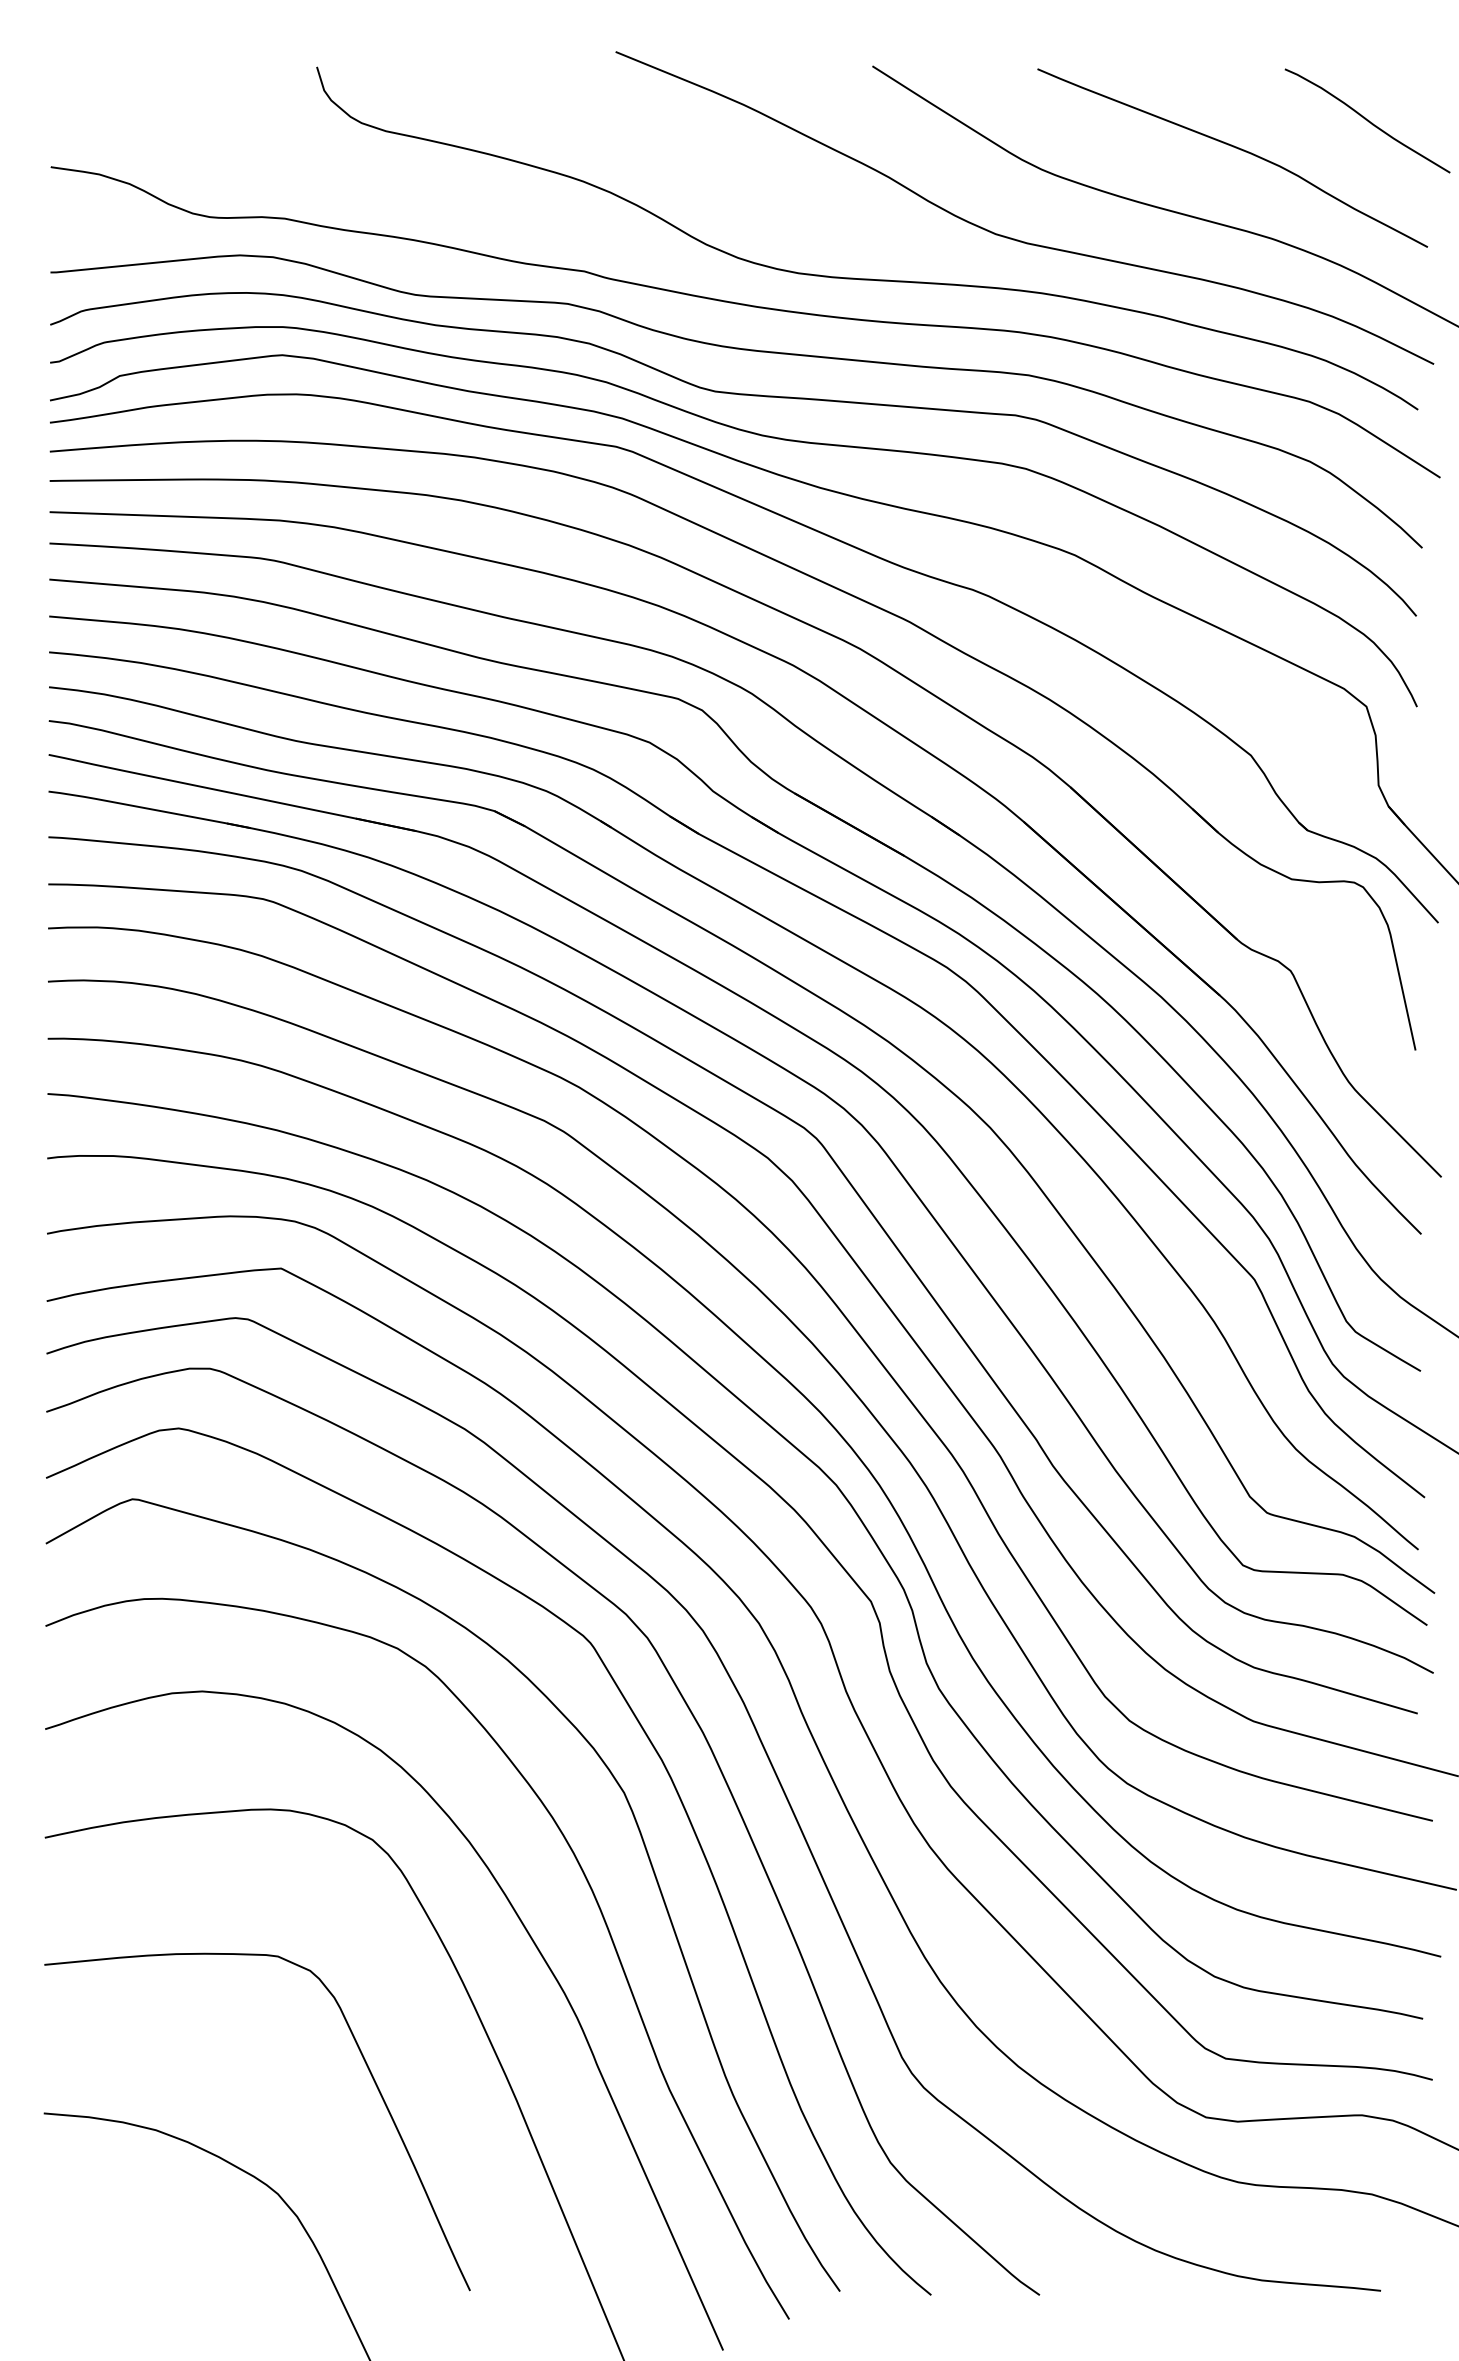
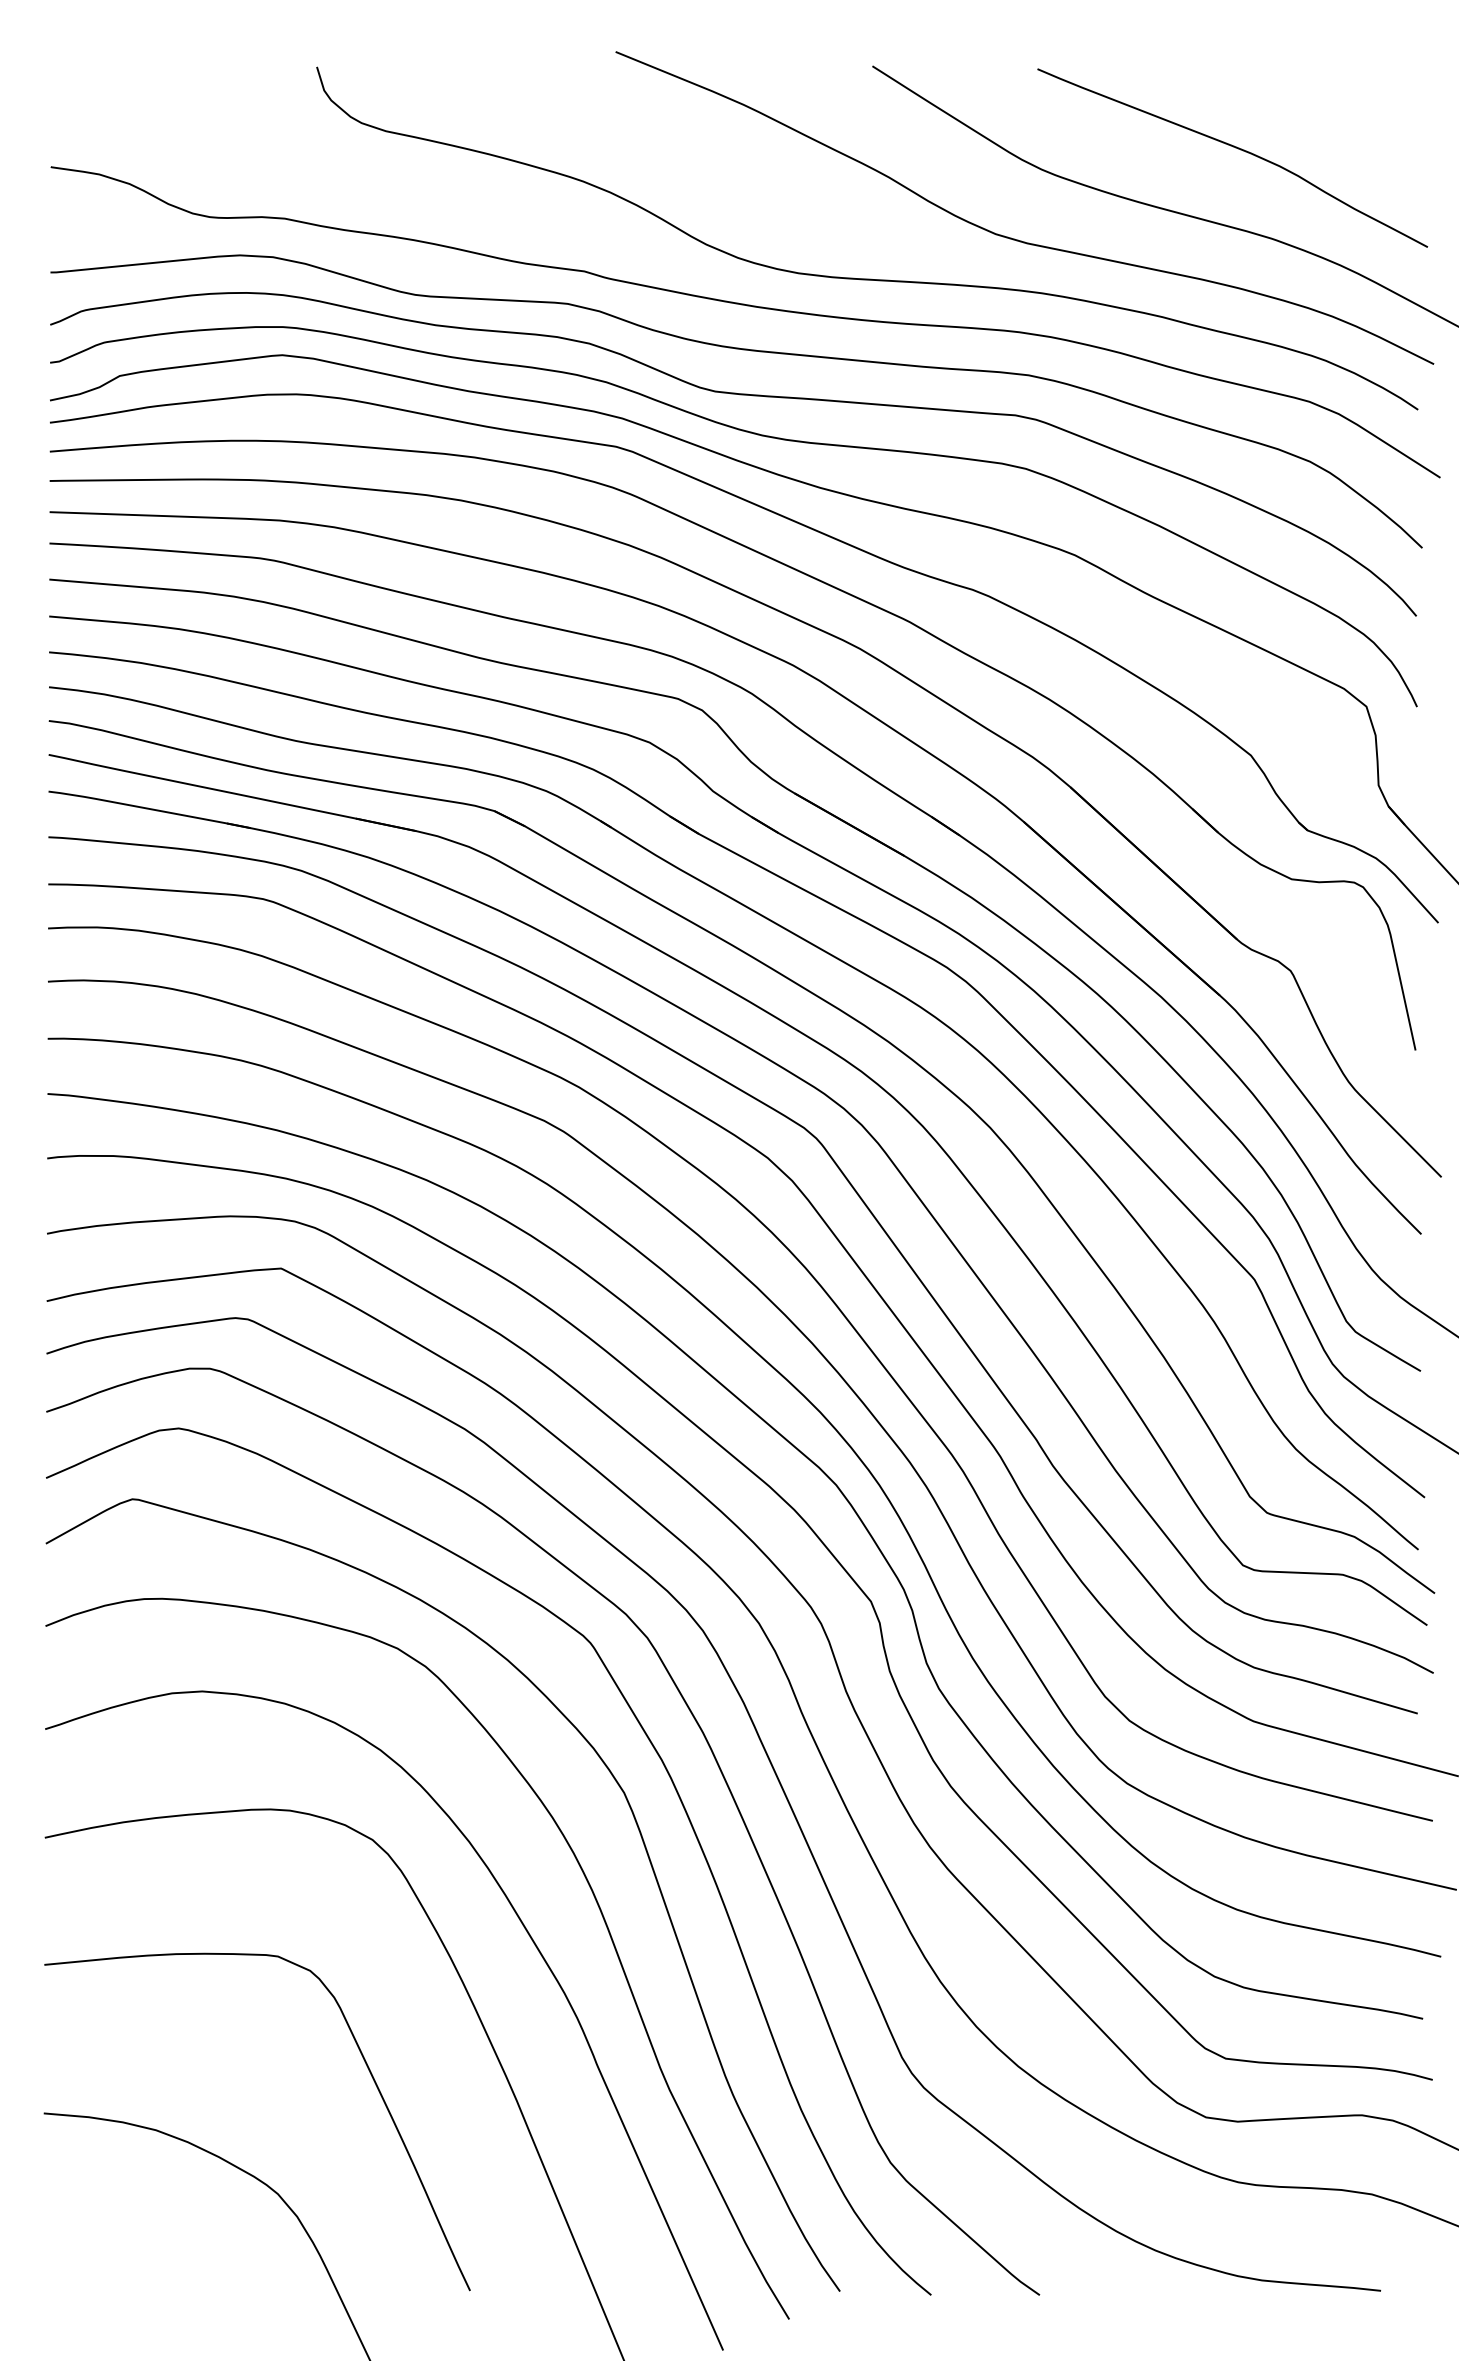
curve at (1367, 120): present -> none
